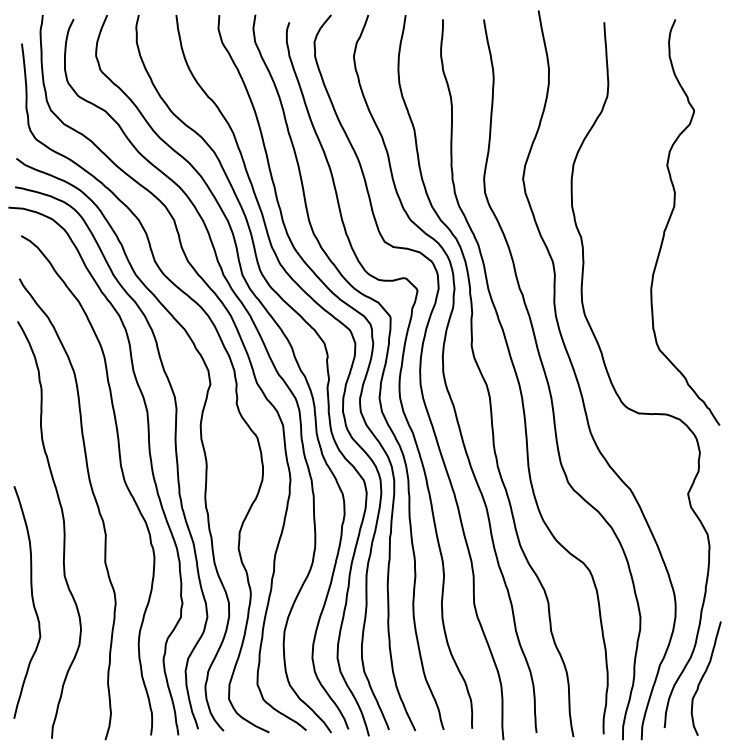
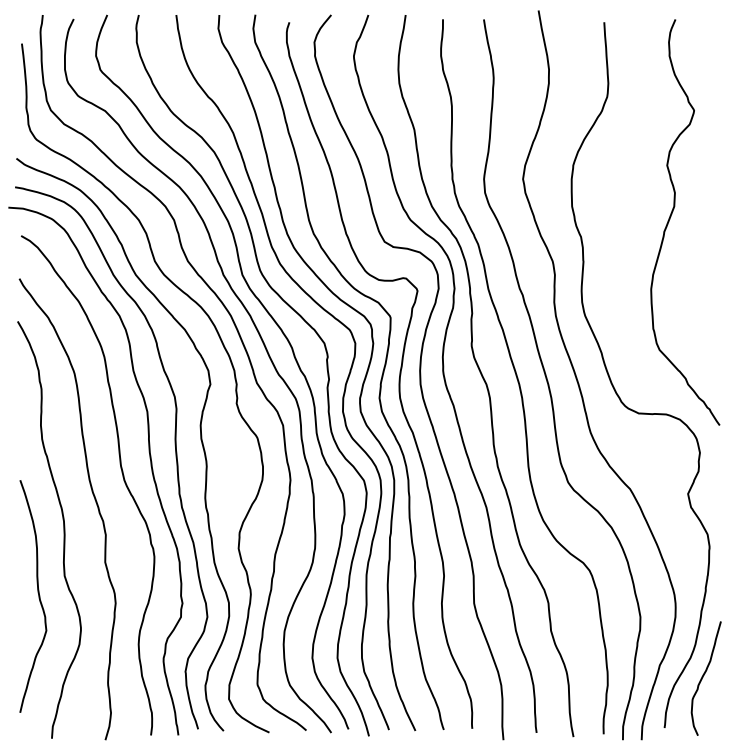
curve at (32, 602) position: (32, 602) -> (38, 596)
